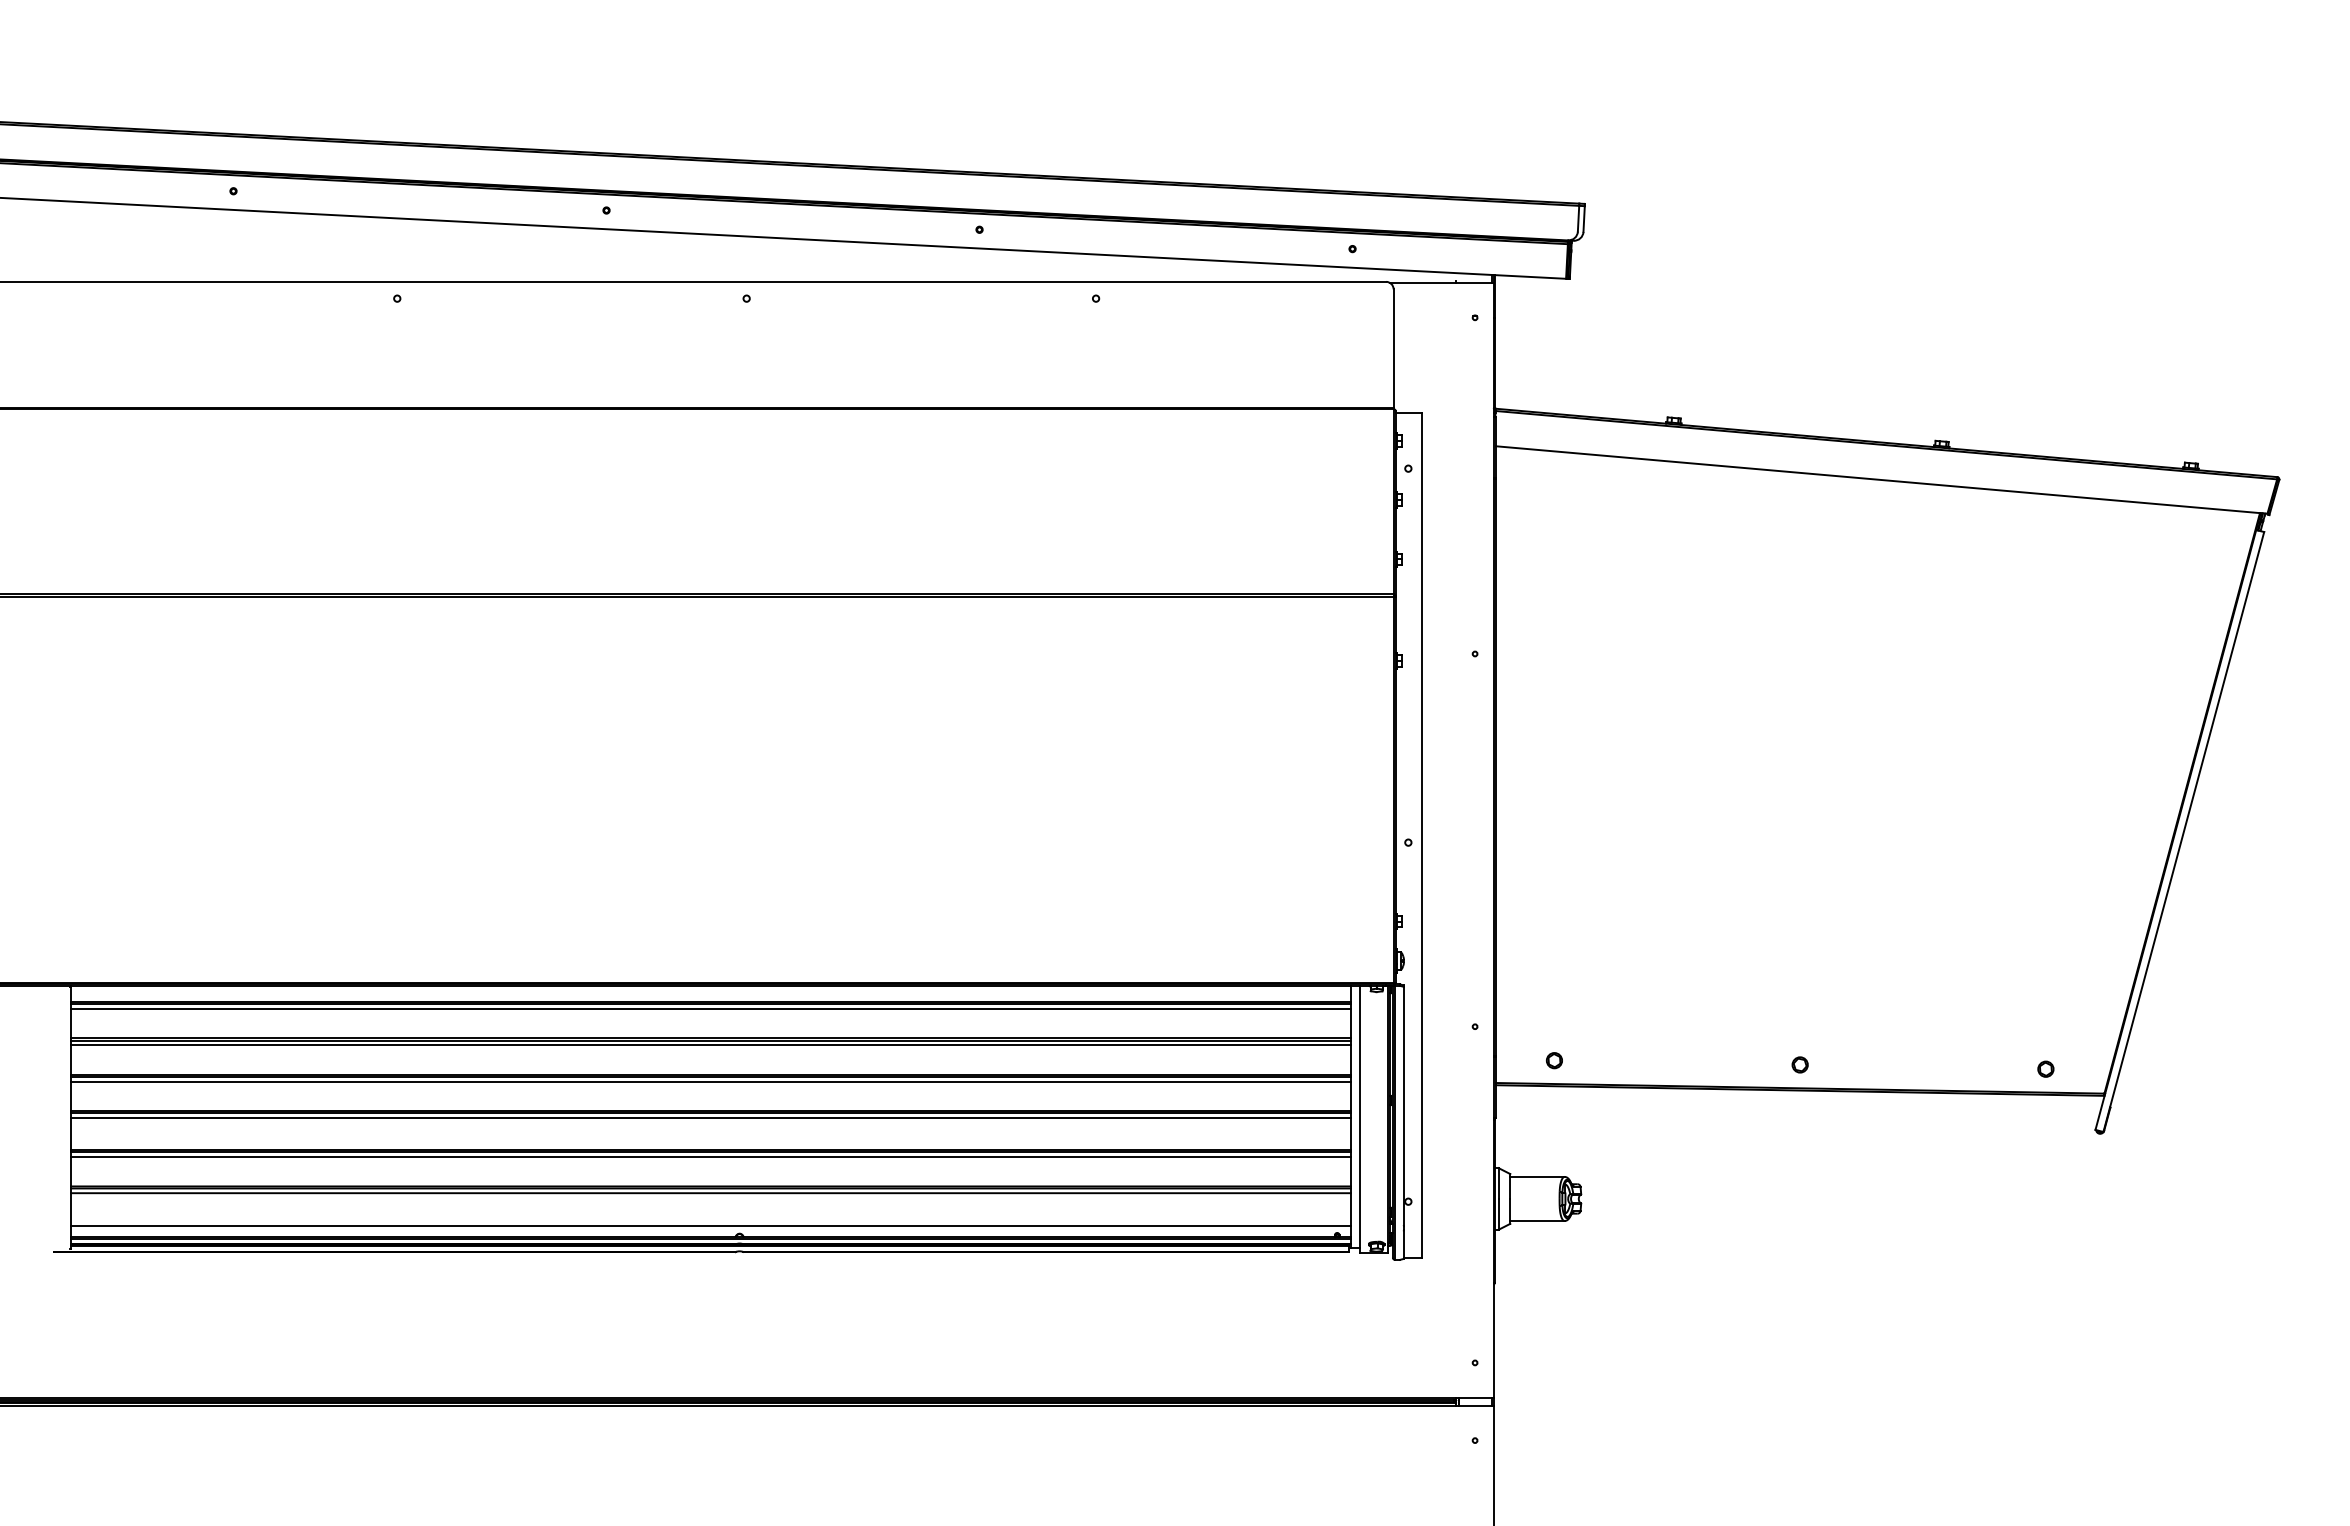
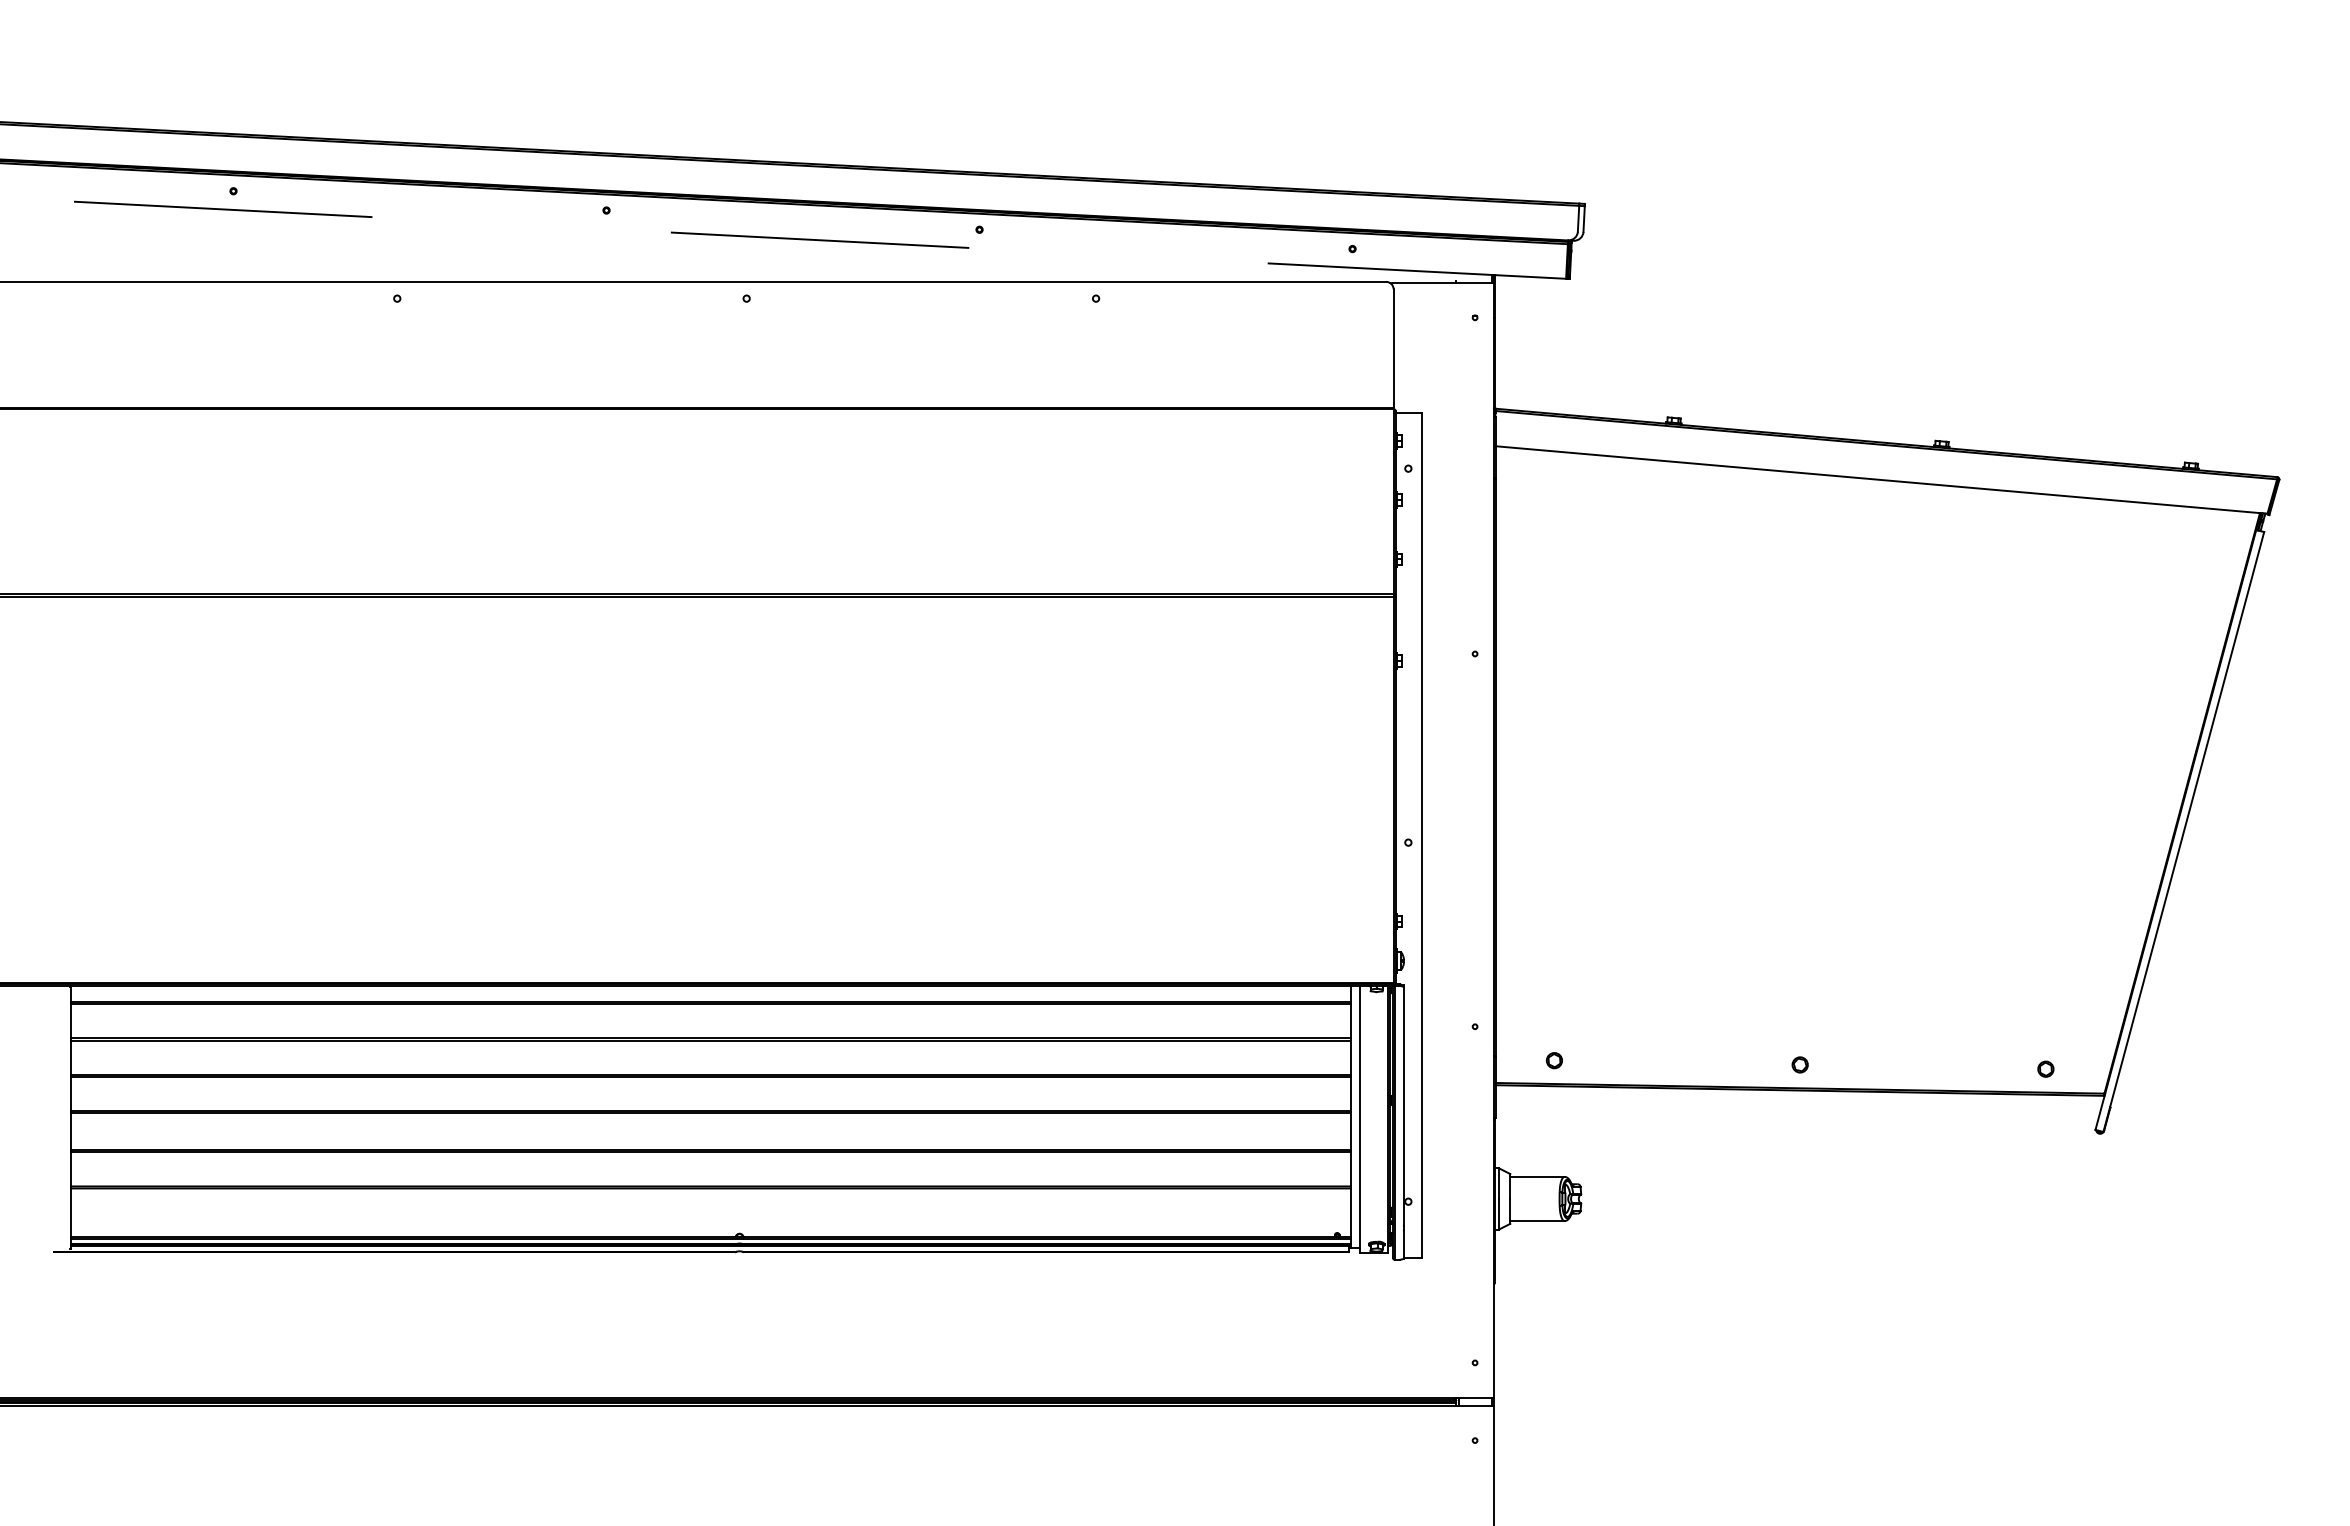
line at (783, 238): solid -> dashed
line at (710, 1008): present -> none
line at (710, 1045): present -> none
line at (710, 1081): present -> none
line at (710, 1118): present -> none
line at (710, 1156): present -> none
line at (710, 1193): present -> none
line at (710, 1226): present -> none
